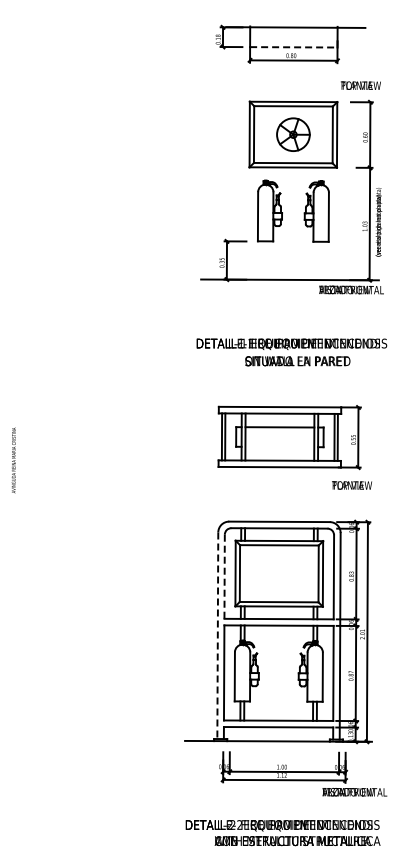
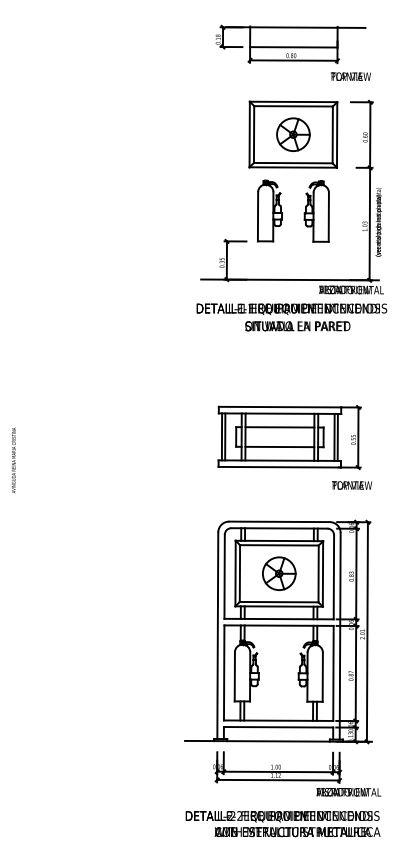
line at (293, 47): dashed -> solid
text at (360, 85) position: (360, 85) -> (350, 76)
text at (291, 352) position: (291, 352) -> (291, 317)
line at (279, 446): none -> present
part at (279, 573): none -> present
line at (224, 577): dashed -> solid
line at (217, 636): dashed -> solid
part at (303, 773) position: (303, 773) -> (297, 773)
text at (282, 833) position: (282, 833) -> (282, 824)
